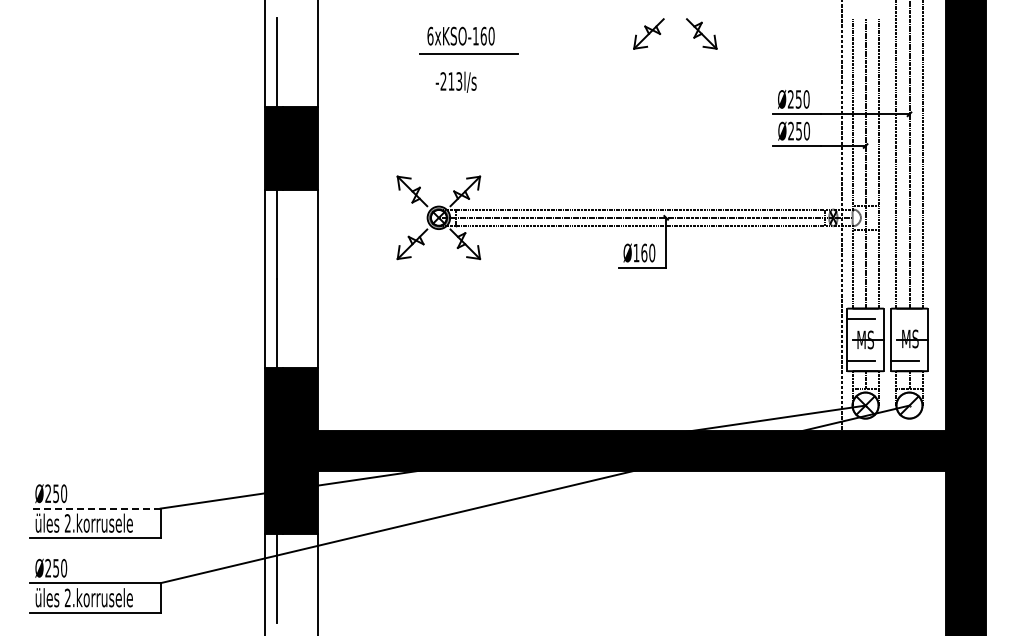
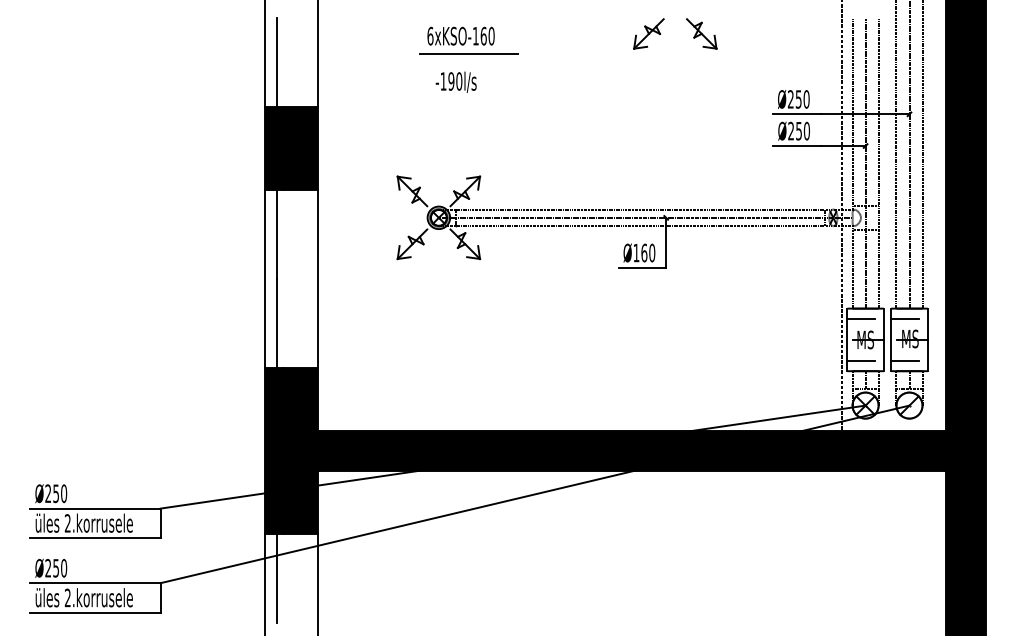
text at (451, 81): -213l/s -> -190l/s
line at (904, 319): none -> present
line at (95, 508): dashed -> solid
